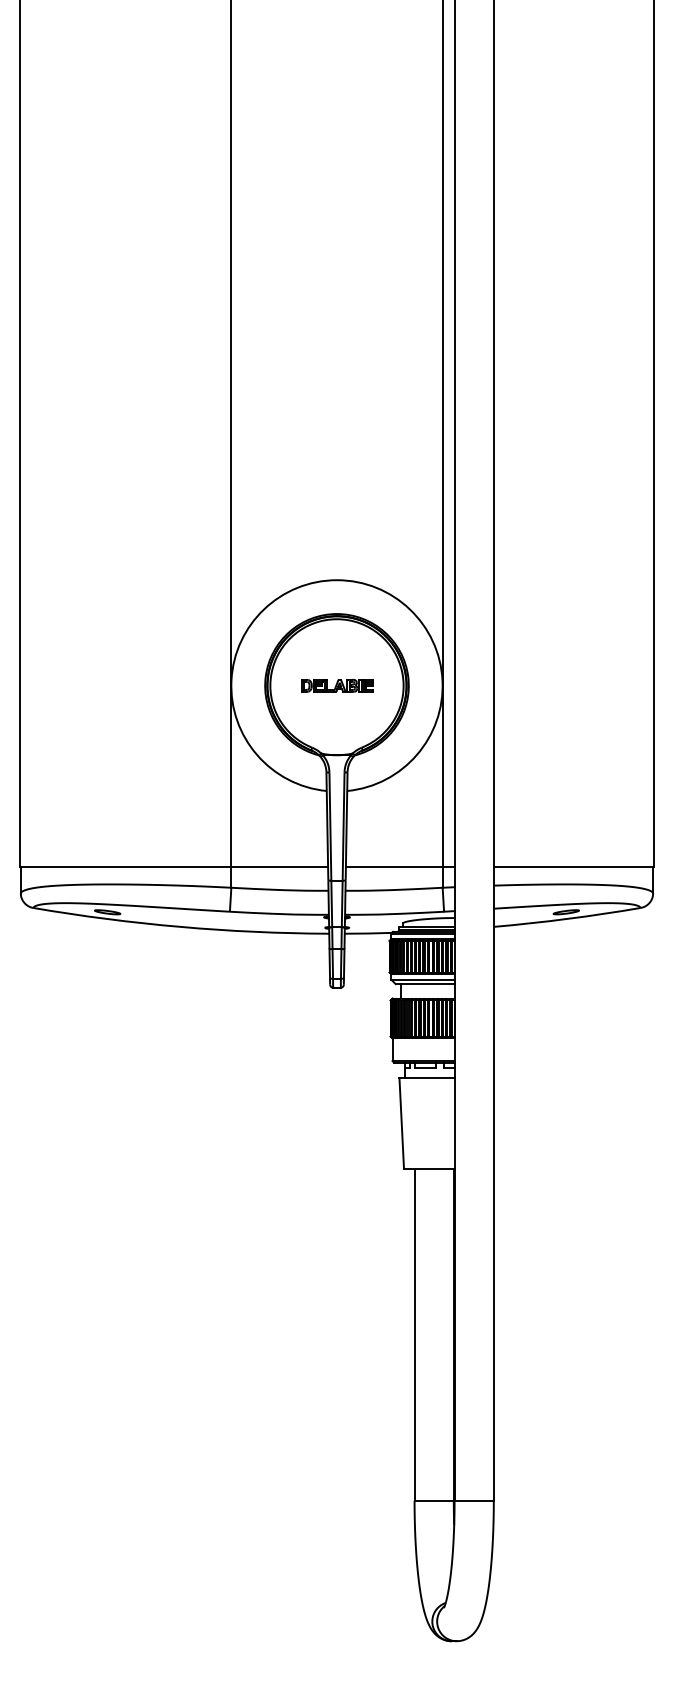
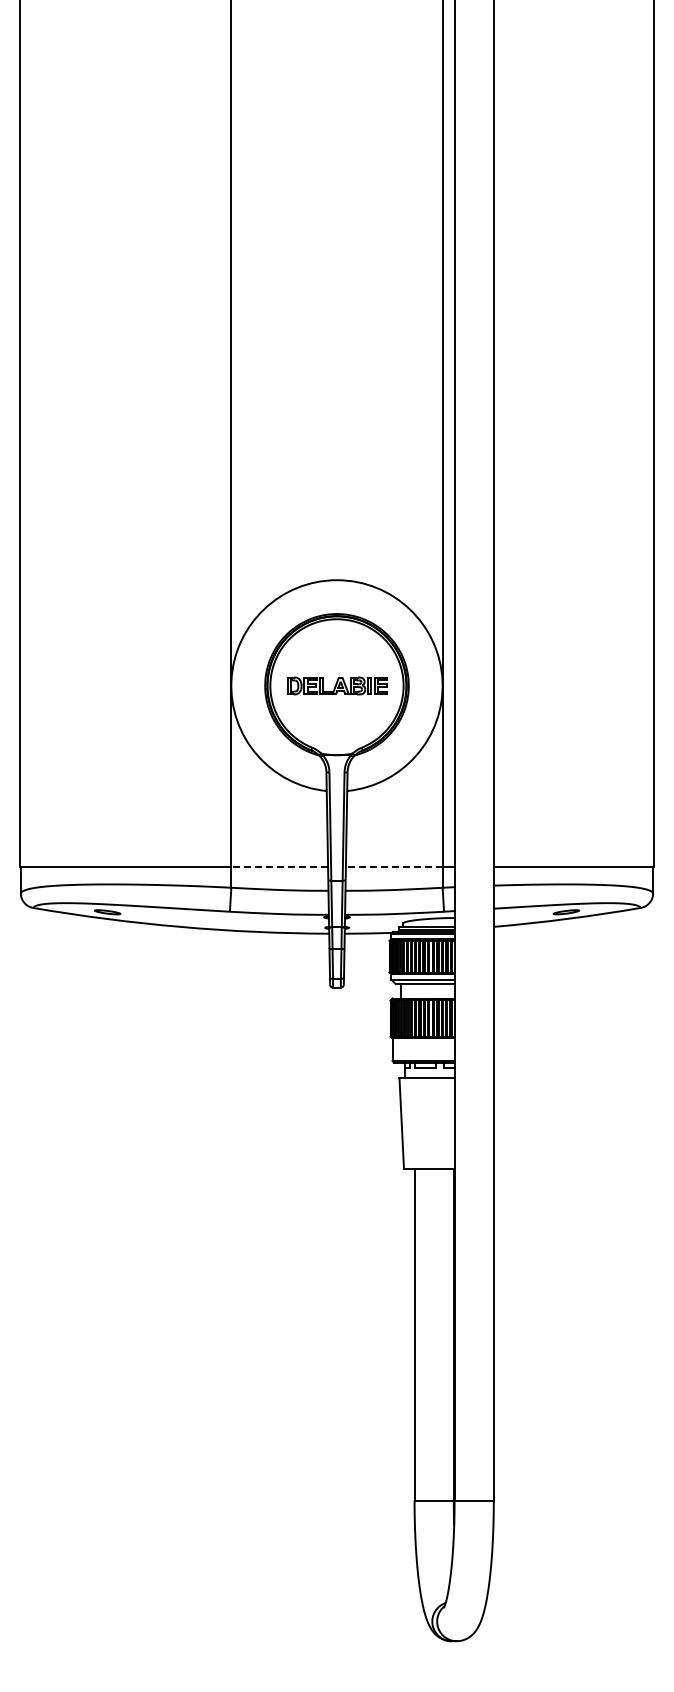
part at (337, 685) size: 73x15 px -> 101x20 px
line at (279, 866): solid -> dashed
line at (393, 866): solid -> dashed
